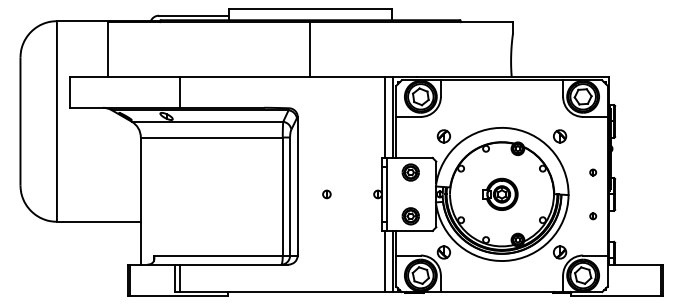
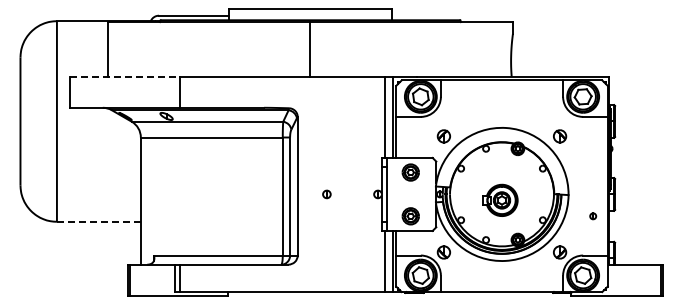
line at (125, 76): solid -> dashed
part at (593, 172): present -> none
part at (500, 193) position: (500, 193) -> (500, 199)
line at (98, 221): solid -> dashed
